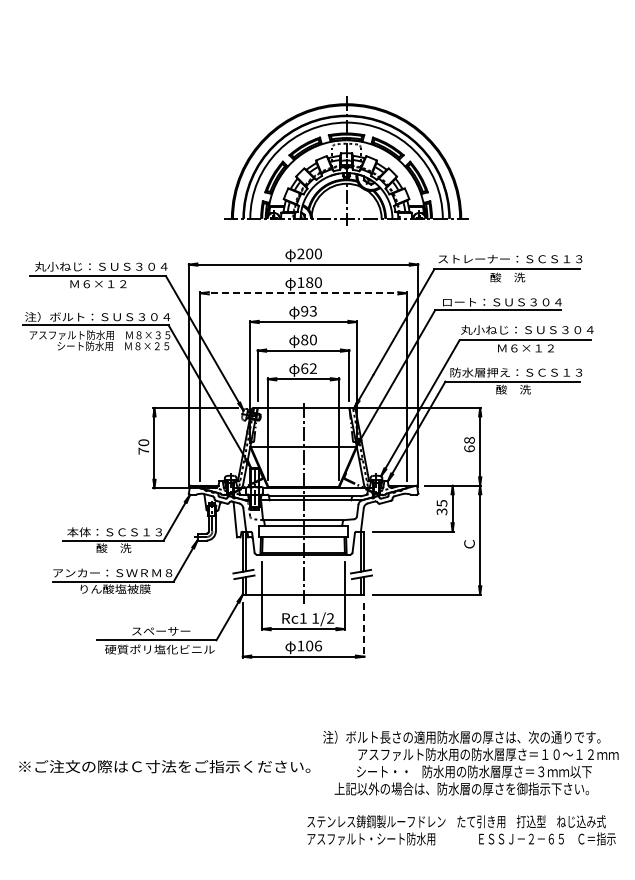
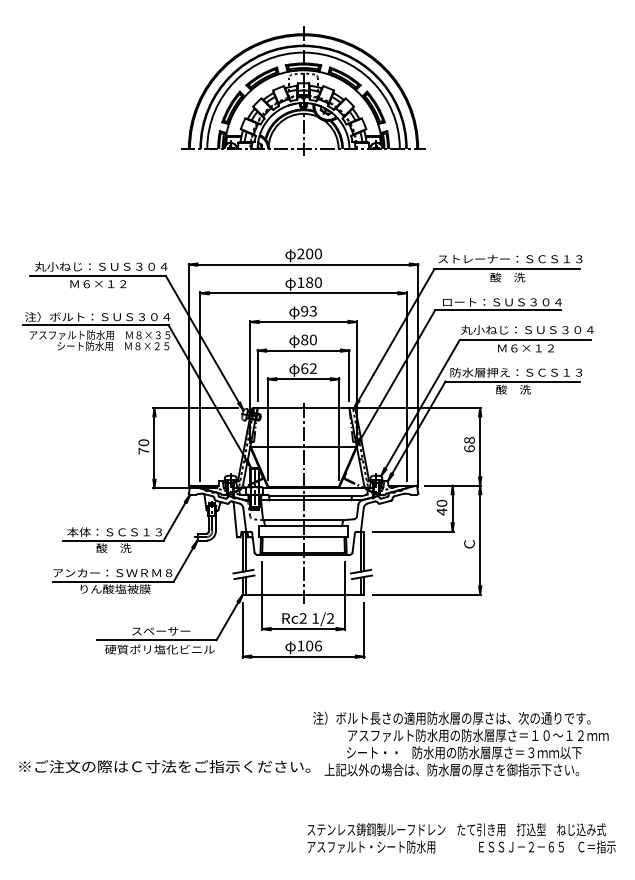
part at (346, 160) position: (346, 160) -> (303, 90)
line at (304, 293): dashed -> solid
text at (441, 507): 35 -> 40
text at (302, 618): Rc1 -> Rc2
line at (364, 631): dashed -> solid
text at (470, 762) position: (470, 762) -> (460, 743)
text at (461, 830) position: (461, 830) -> (461, 838)
